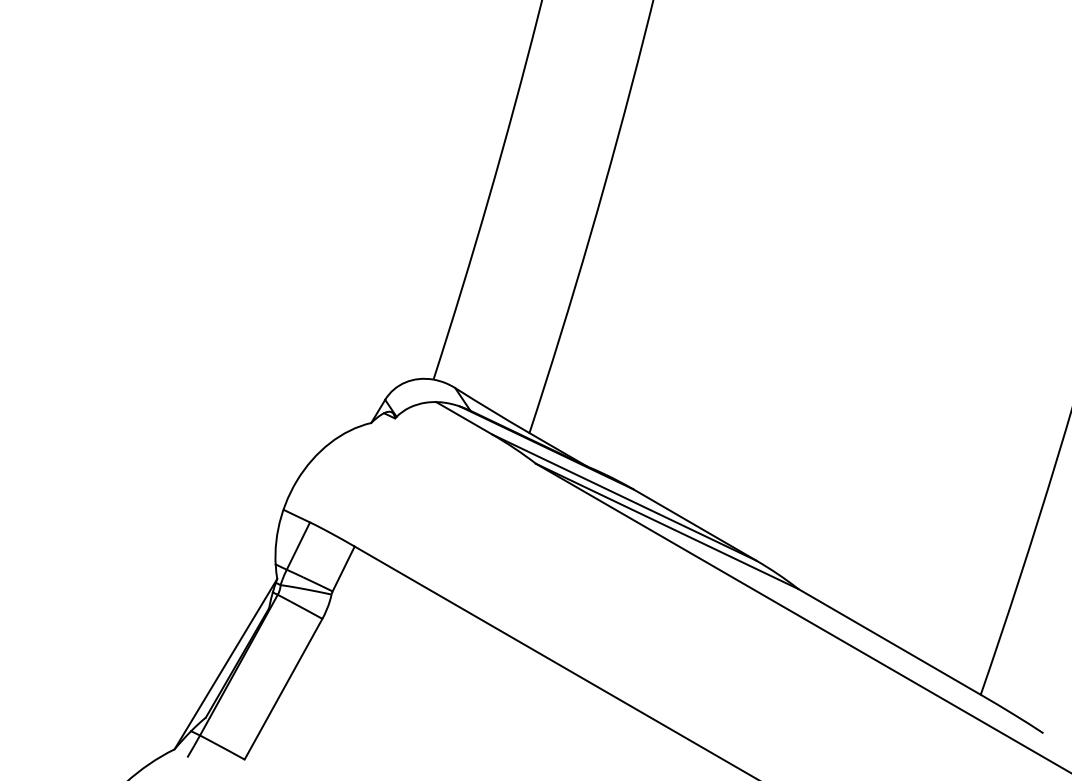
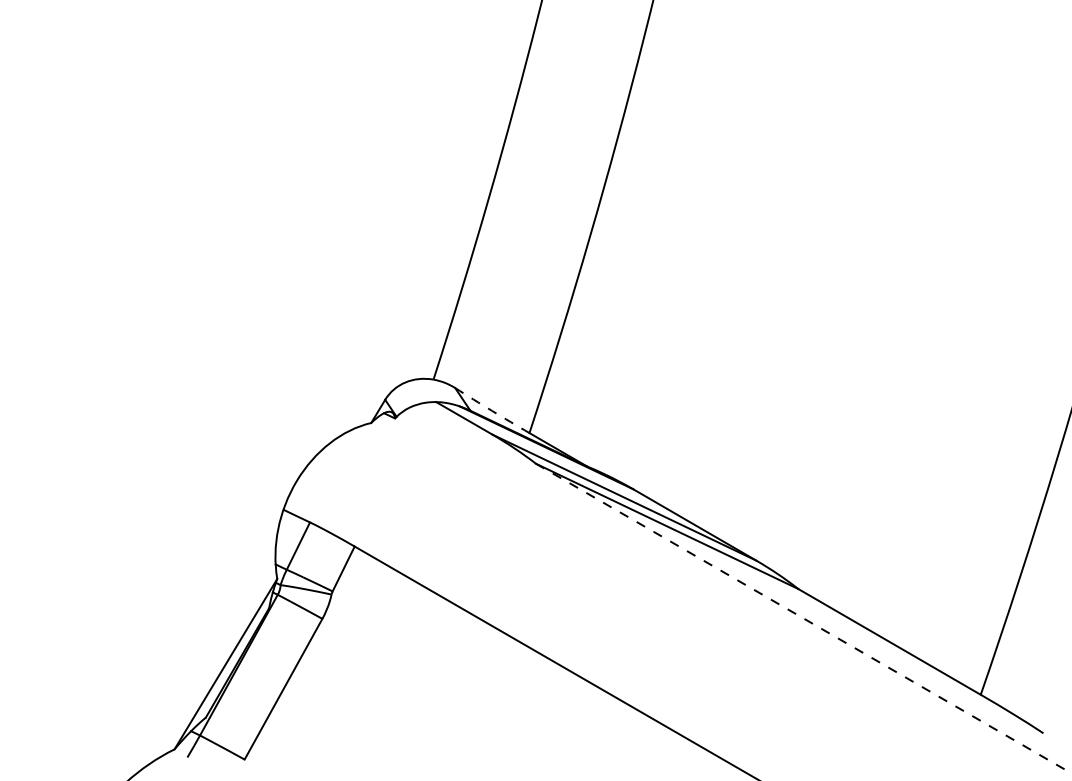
arc at (492, 410): solid -> dashed
line at (804, 618): solid -> dashed
